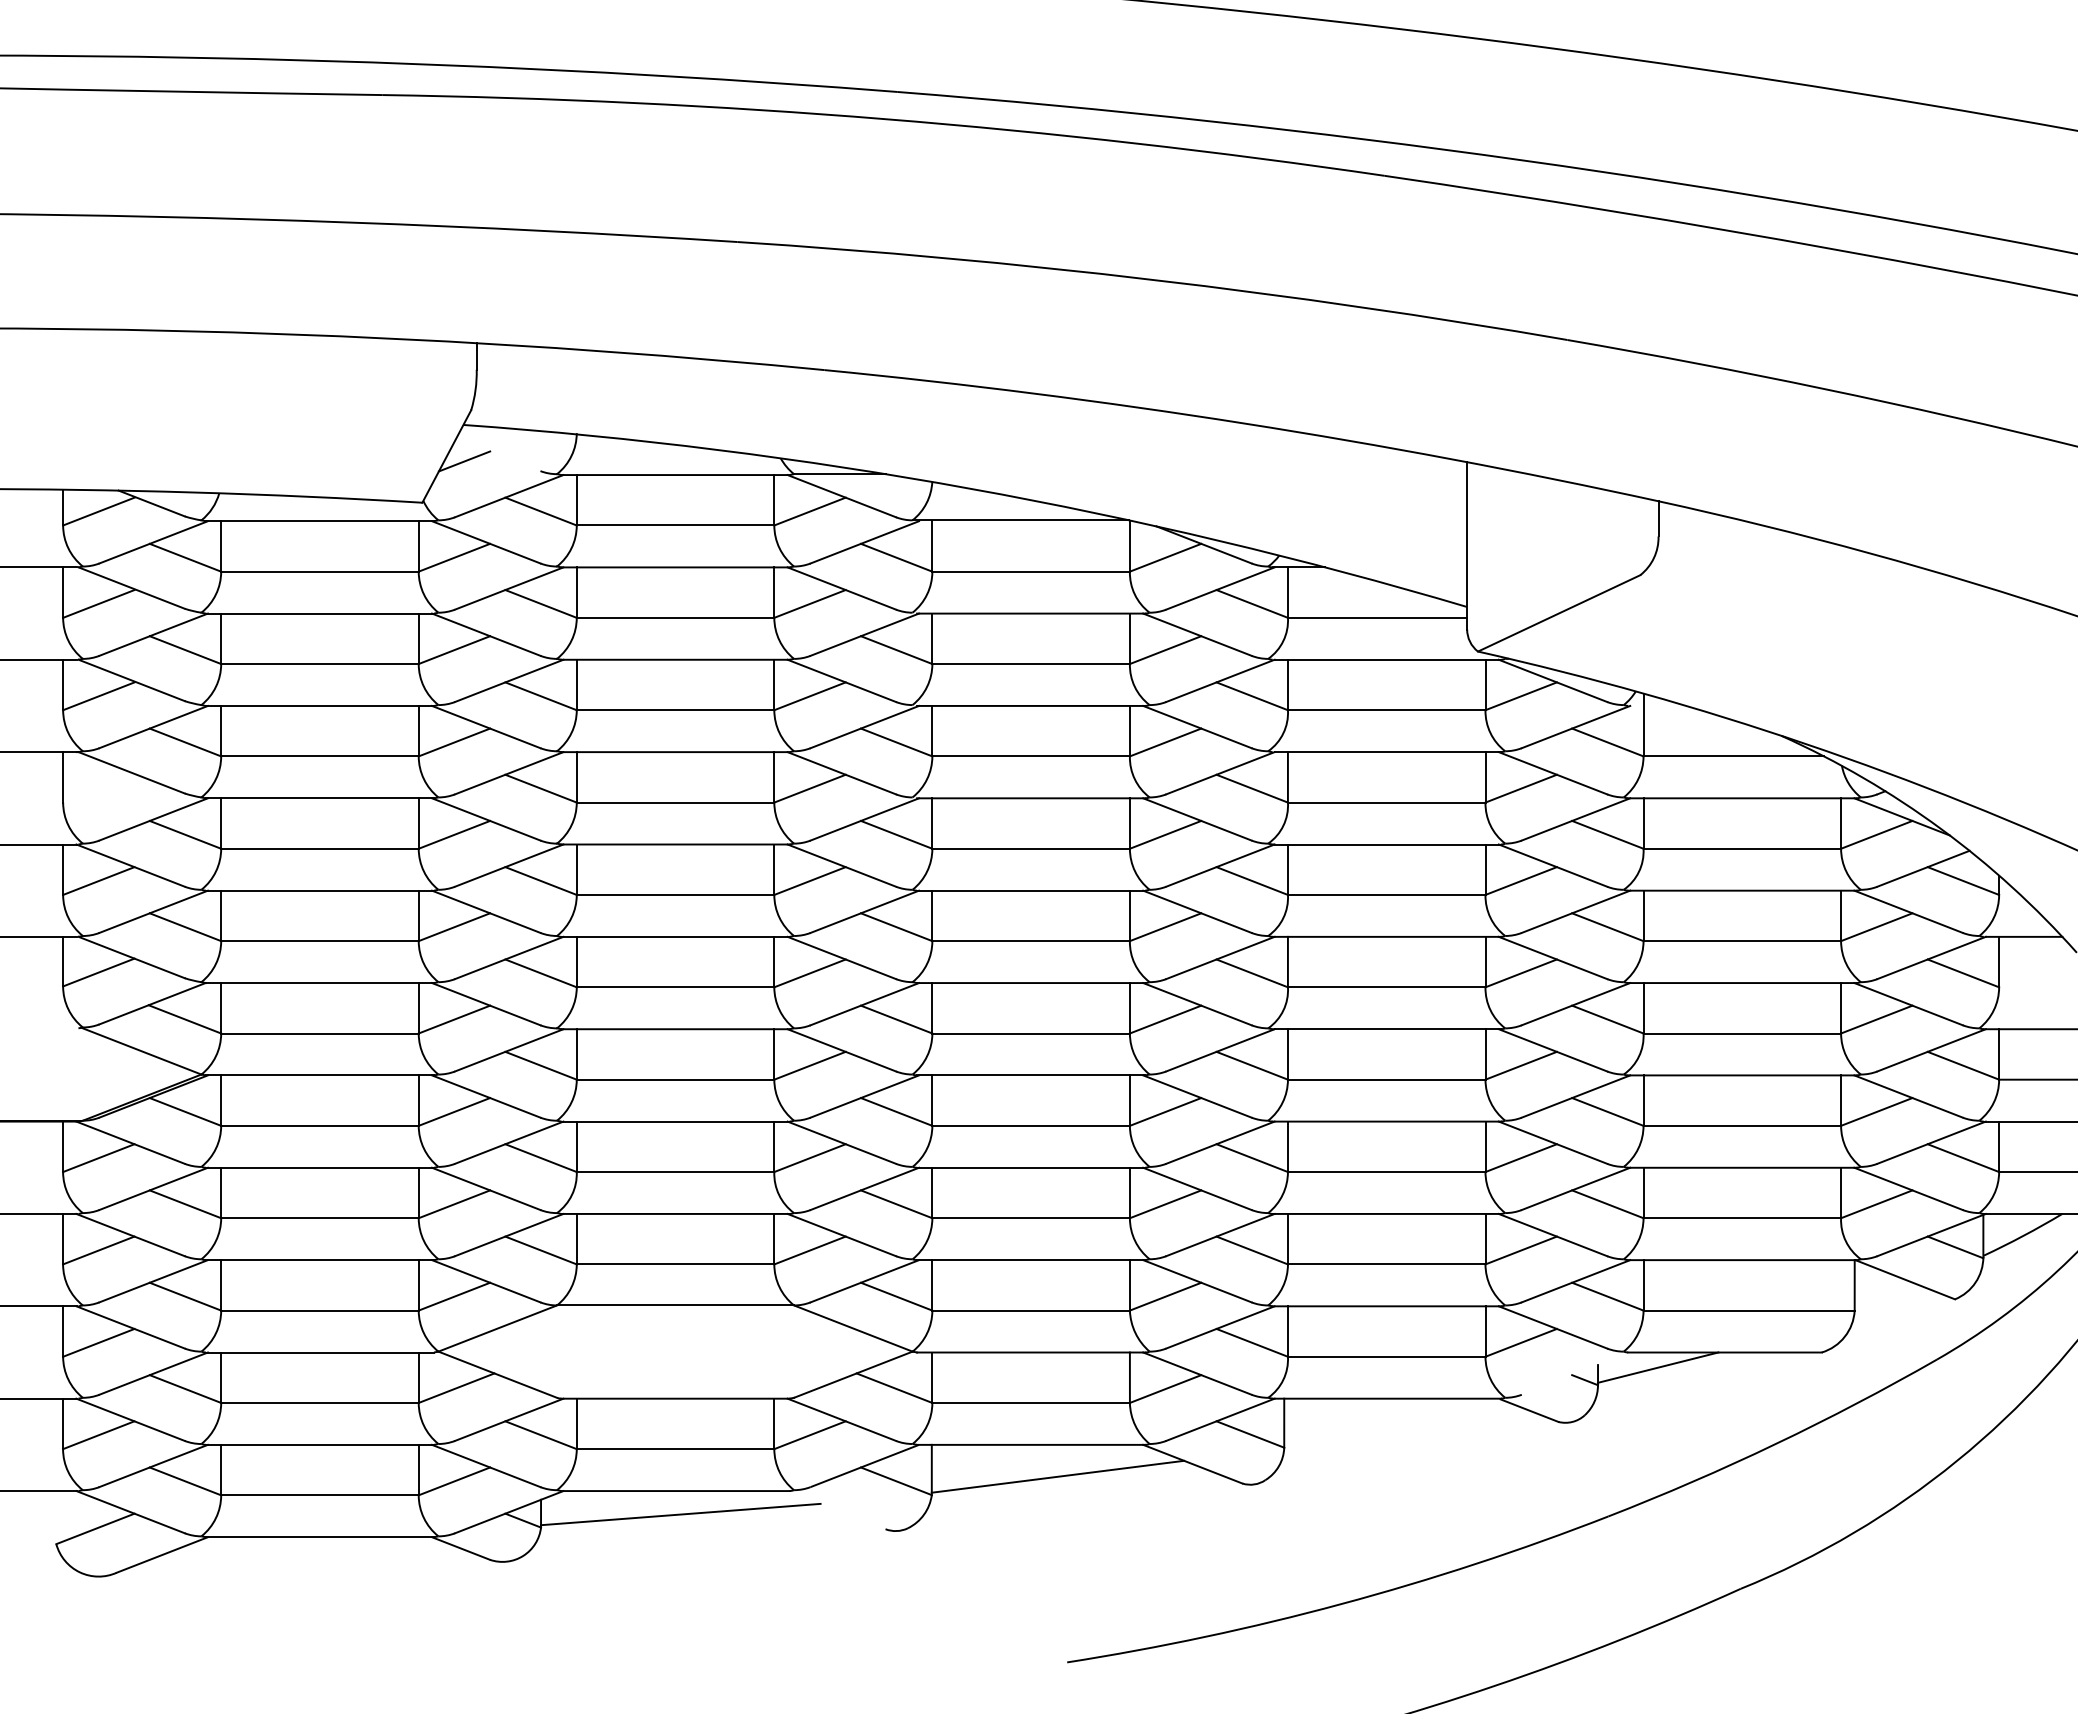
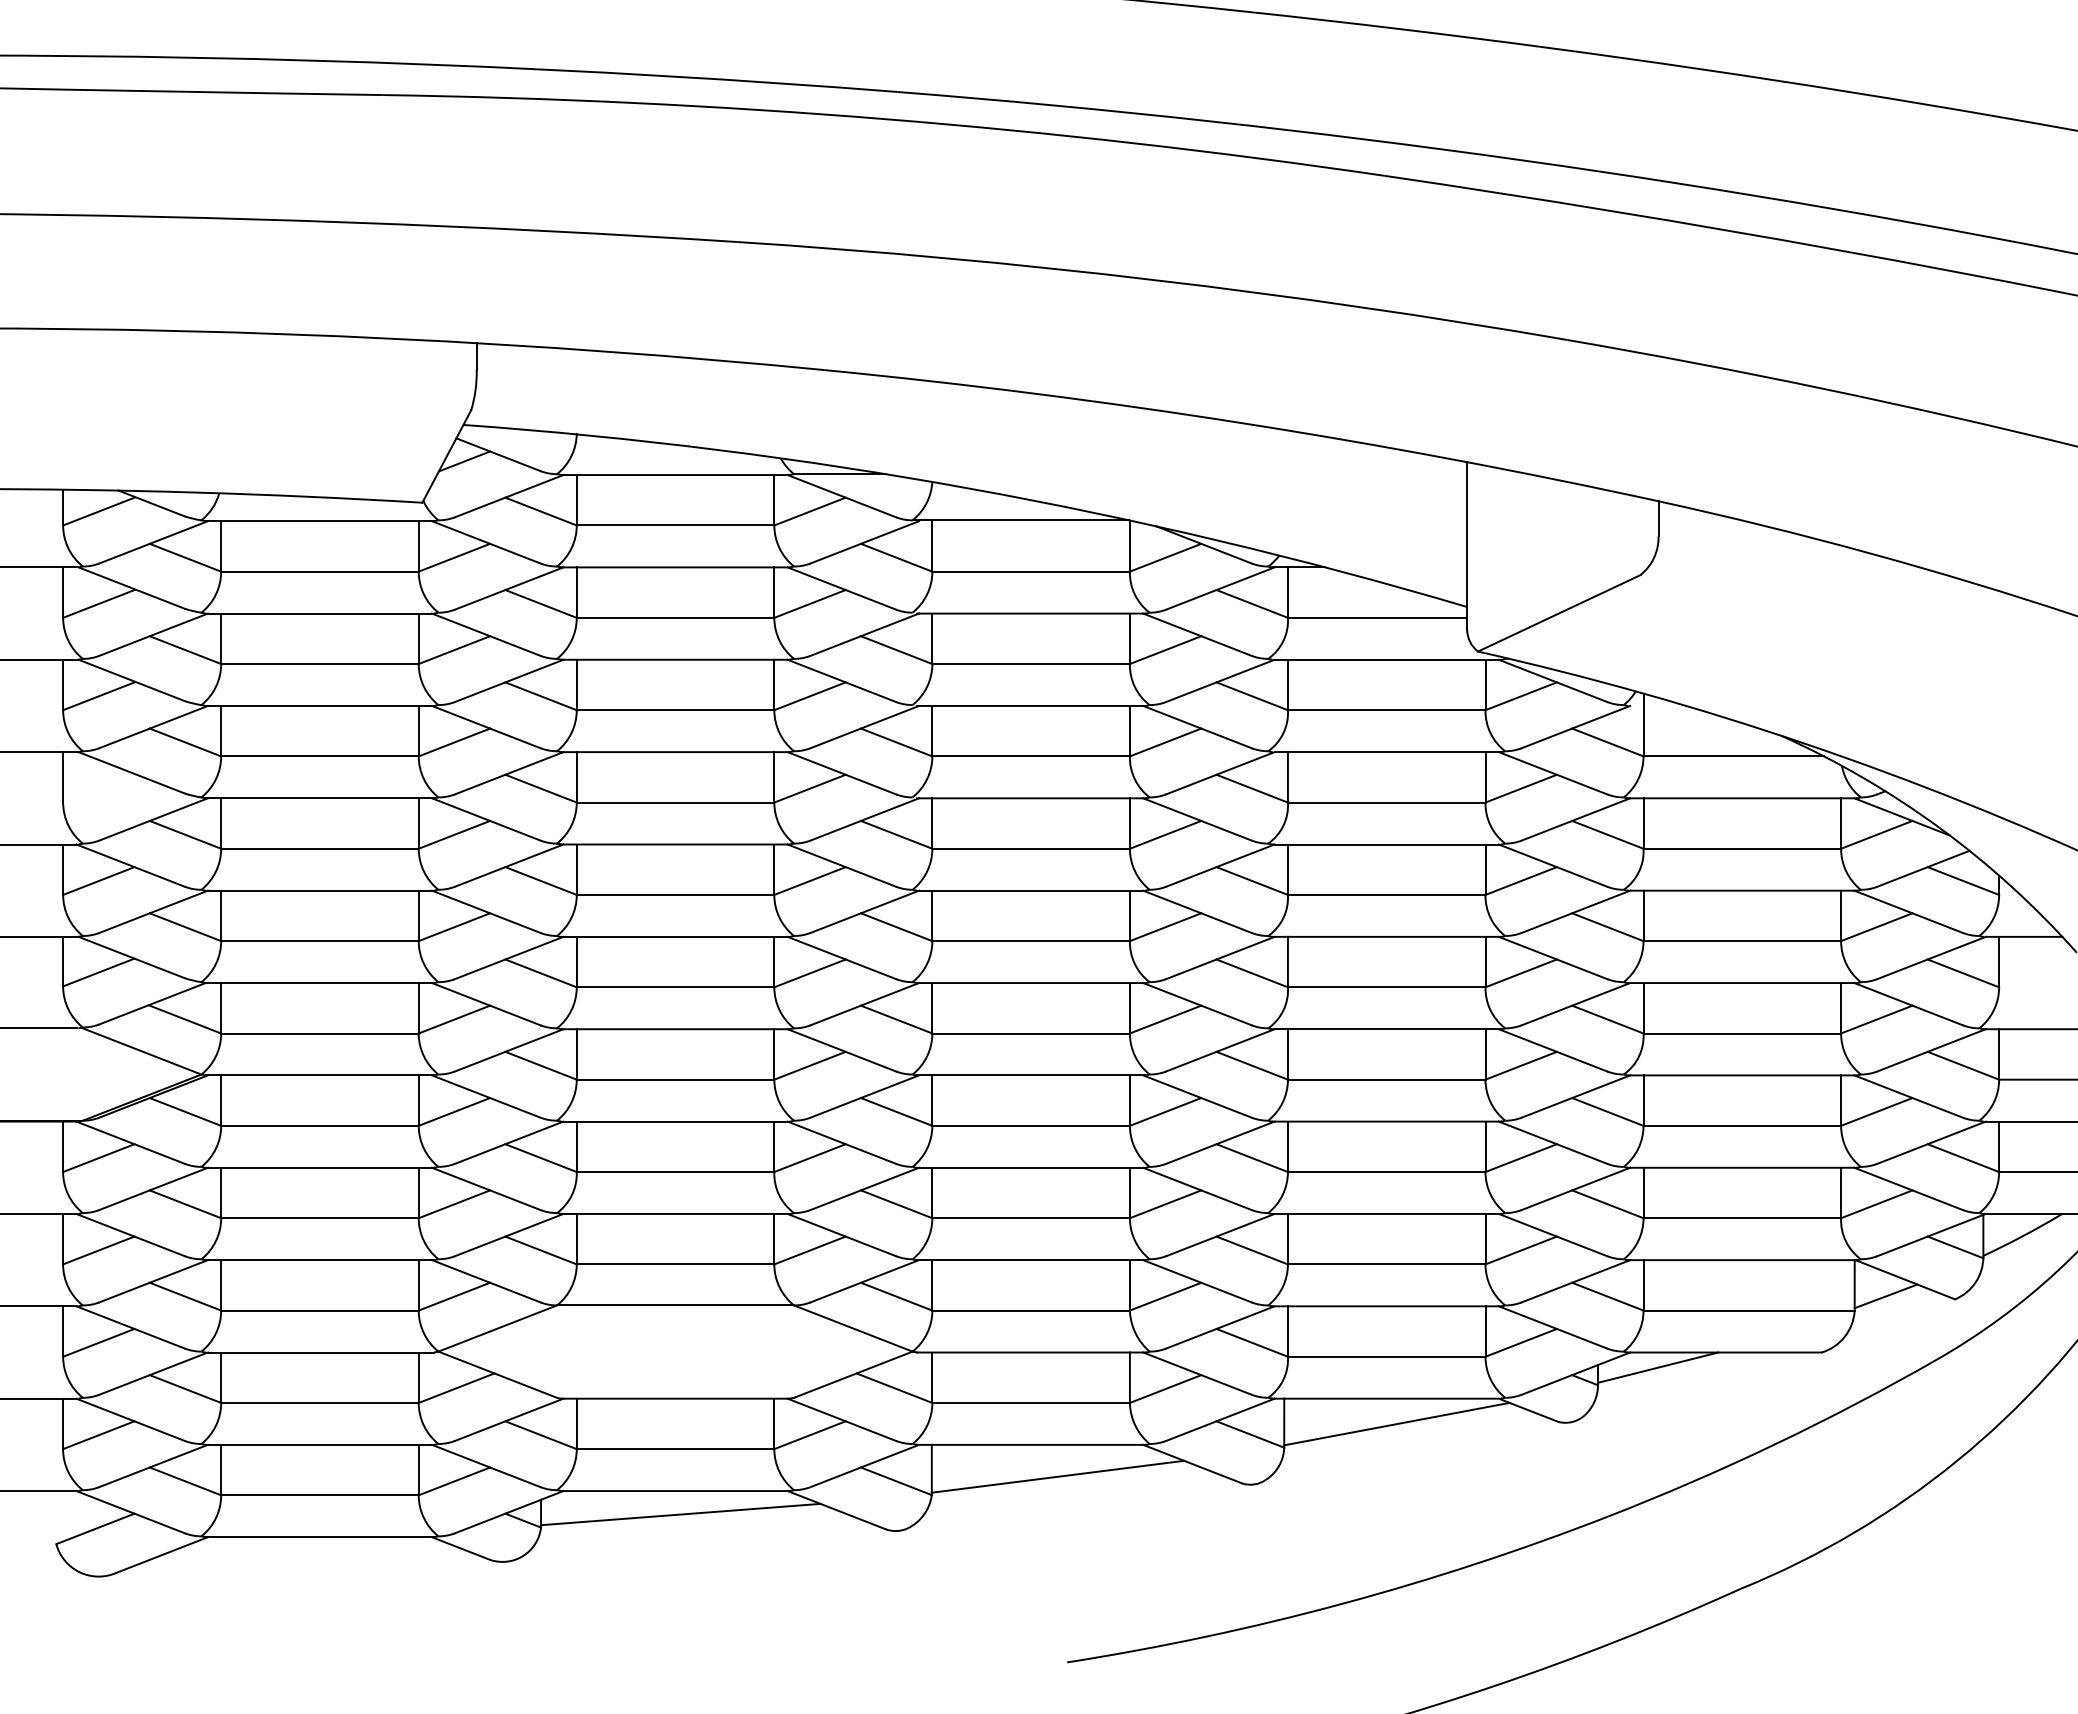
line at (498, 454): none -> present
line at (39, 1028): none -> present
line at (1885, 1296): none -> present
line at (1575, 1373): none -> present
line at (1396, 1423): none -> present
line at (836, 1510): none -> present
